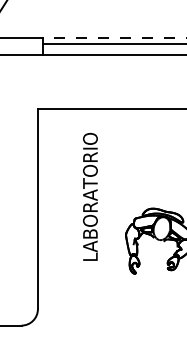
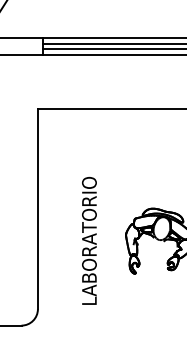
line at (114, 38): dashed -> solid
line at (113, 49): none -> present
text at (90, 196) position: (90, 196) -> (89, 240)
